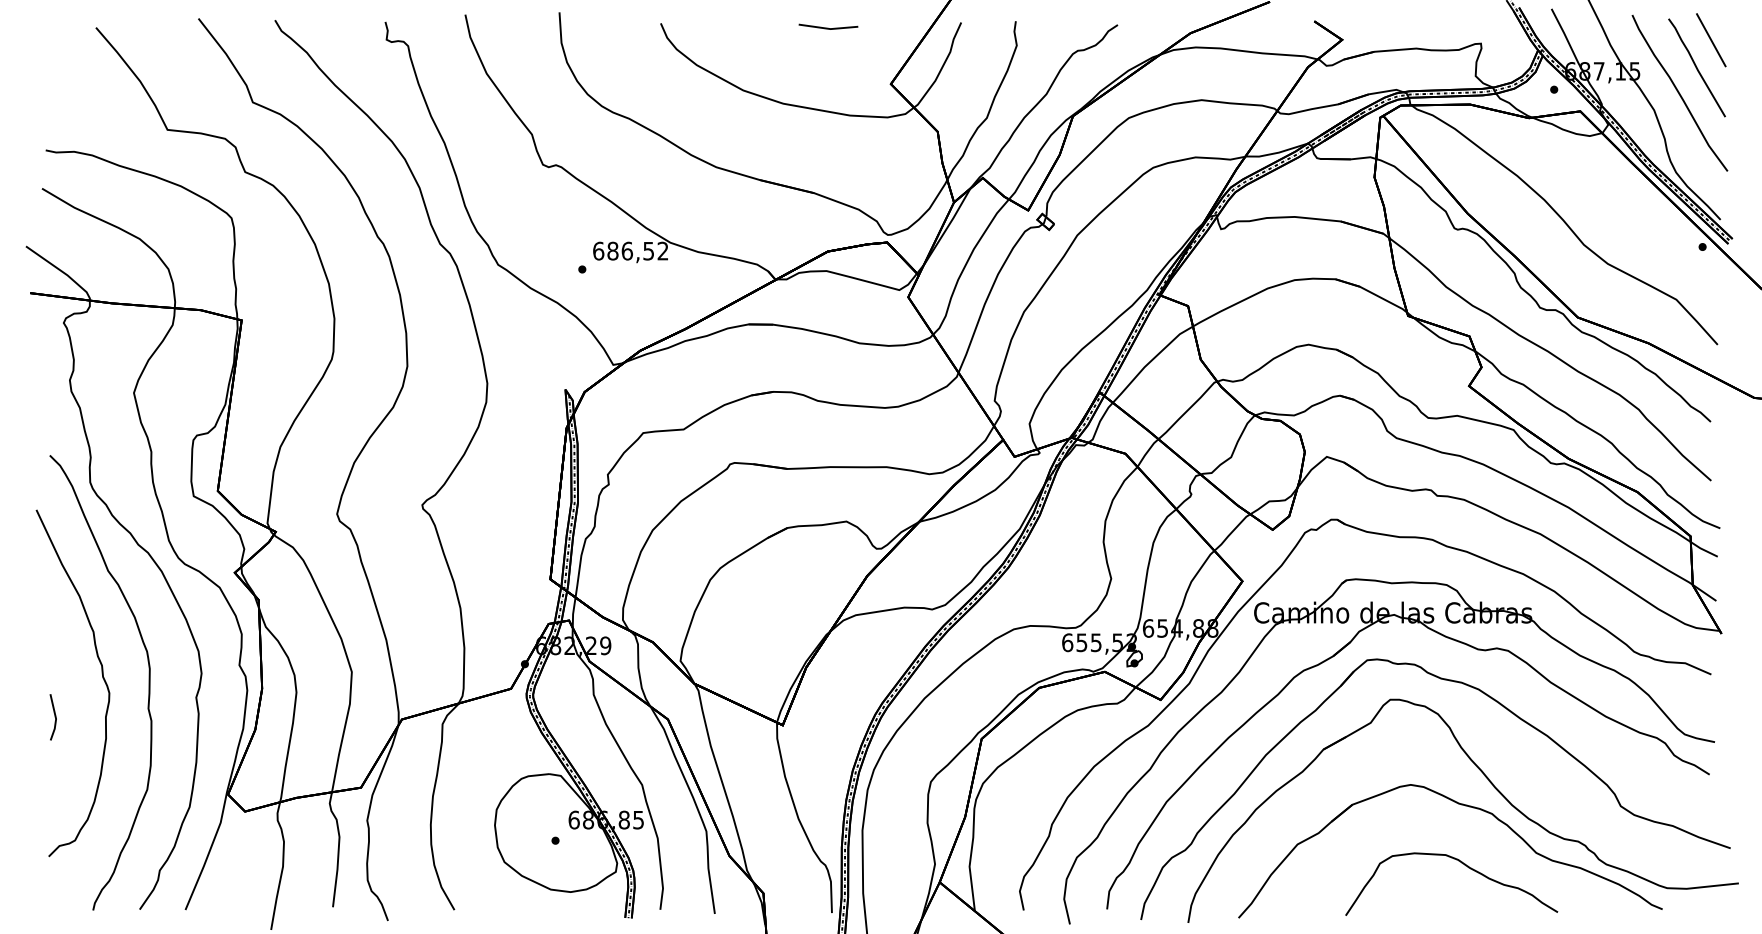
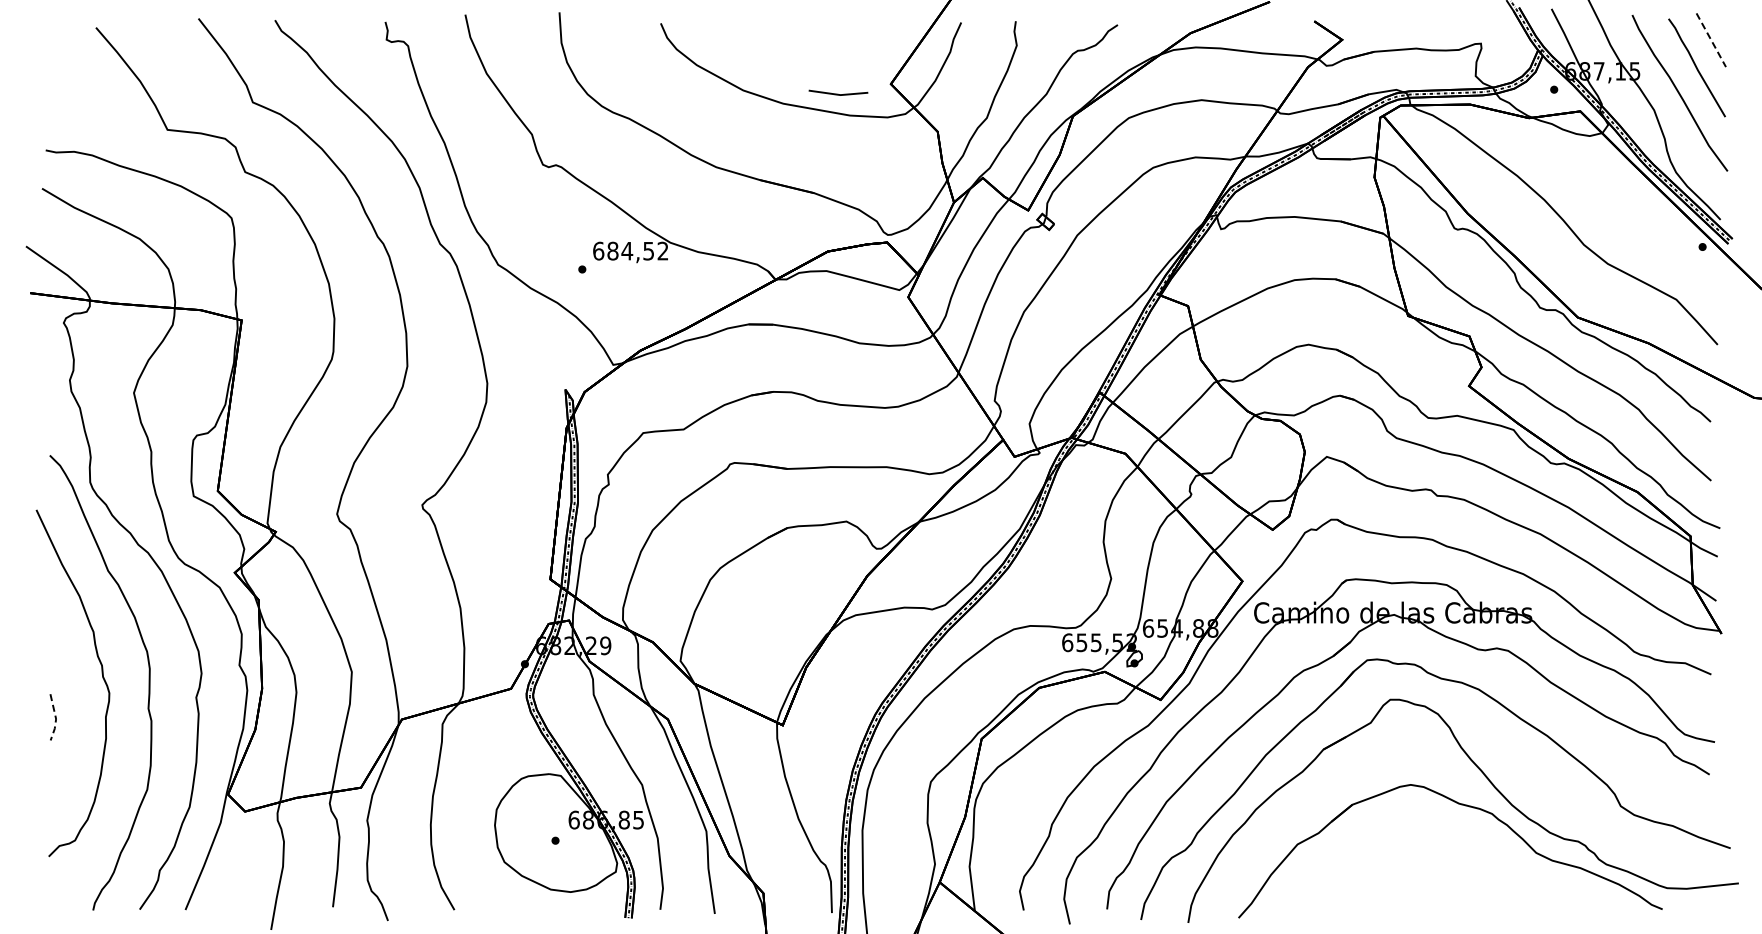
line at (828, 27) position: (828, 27) -> (838, 93)
line at (1711, 40): solid -> dashed
text at (627, 250): 686,52 -> 684,52
line at (56, 719): solid -> dashed
curve at (1465, 866): present -> none
